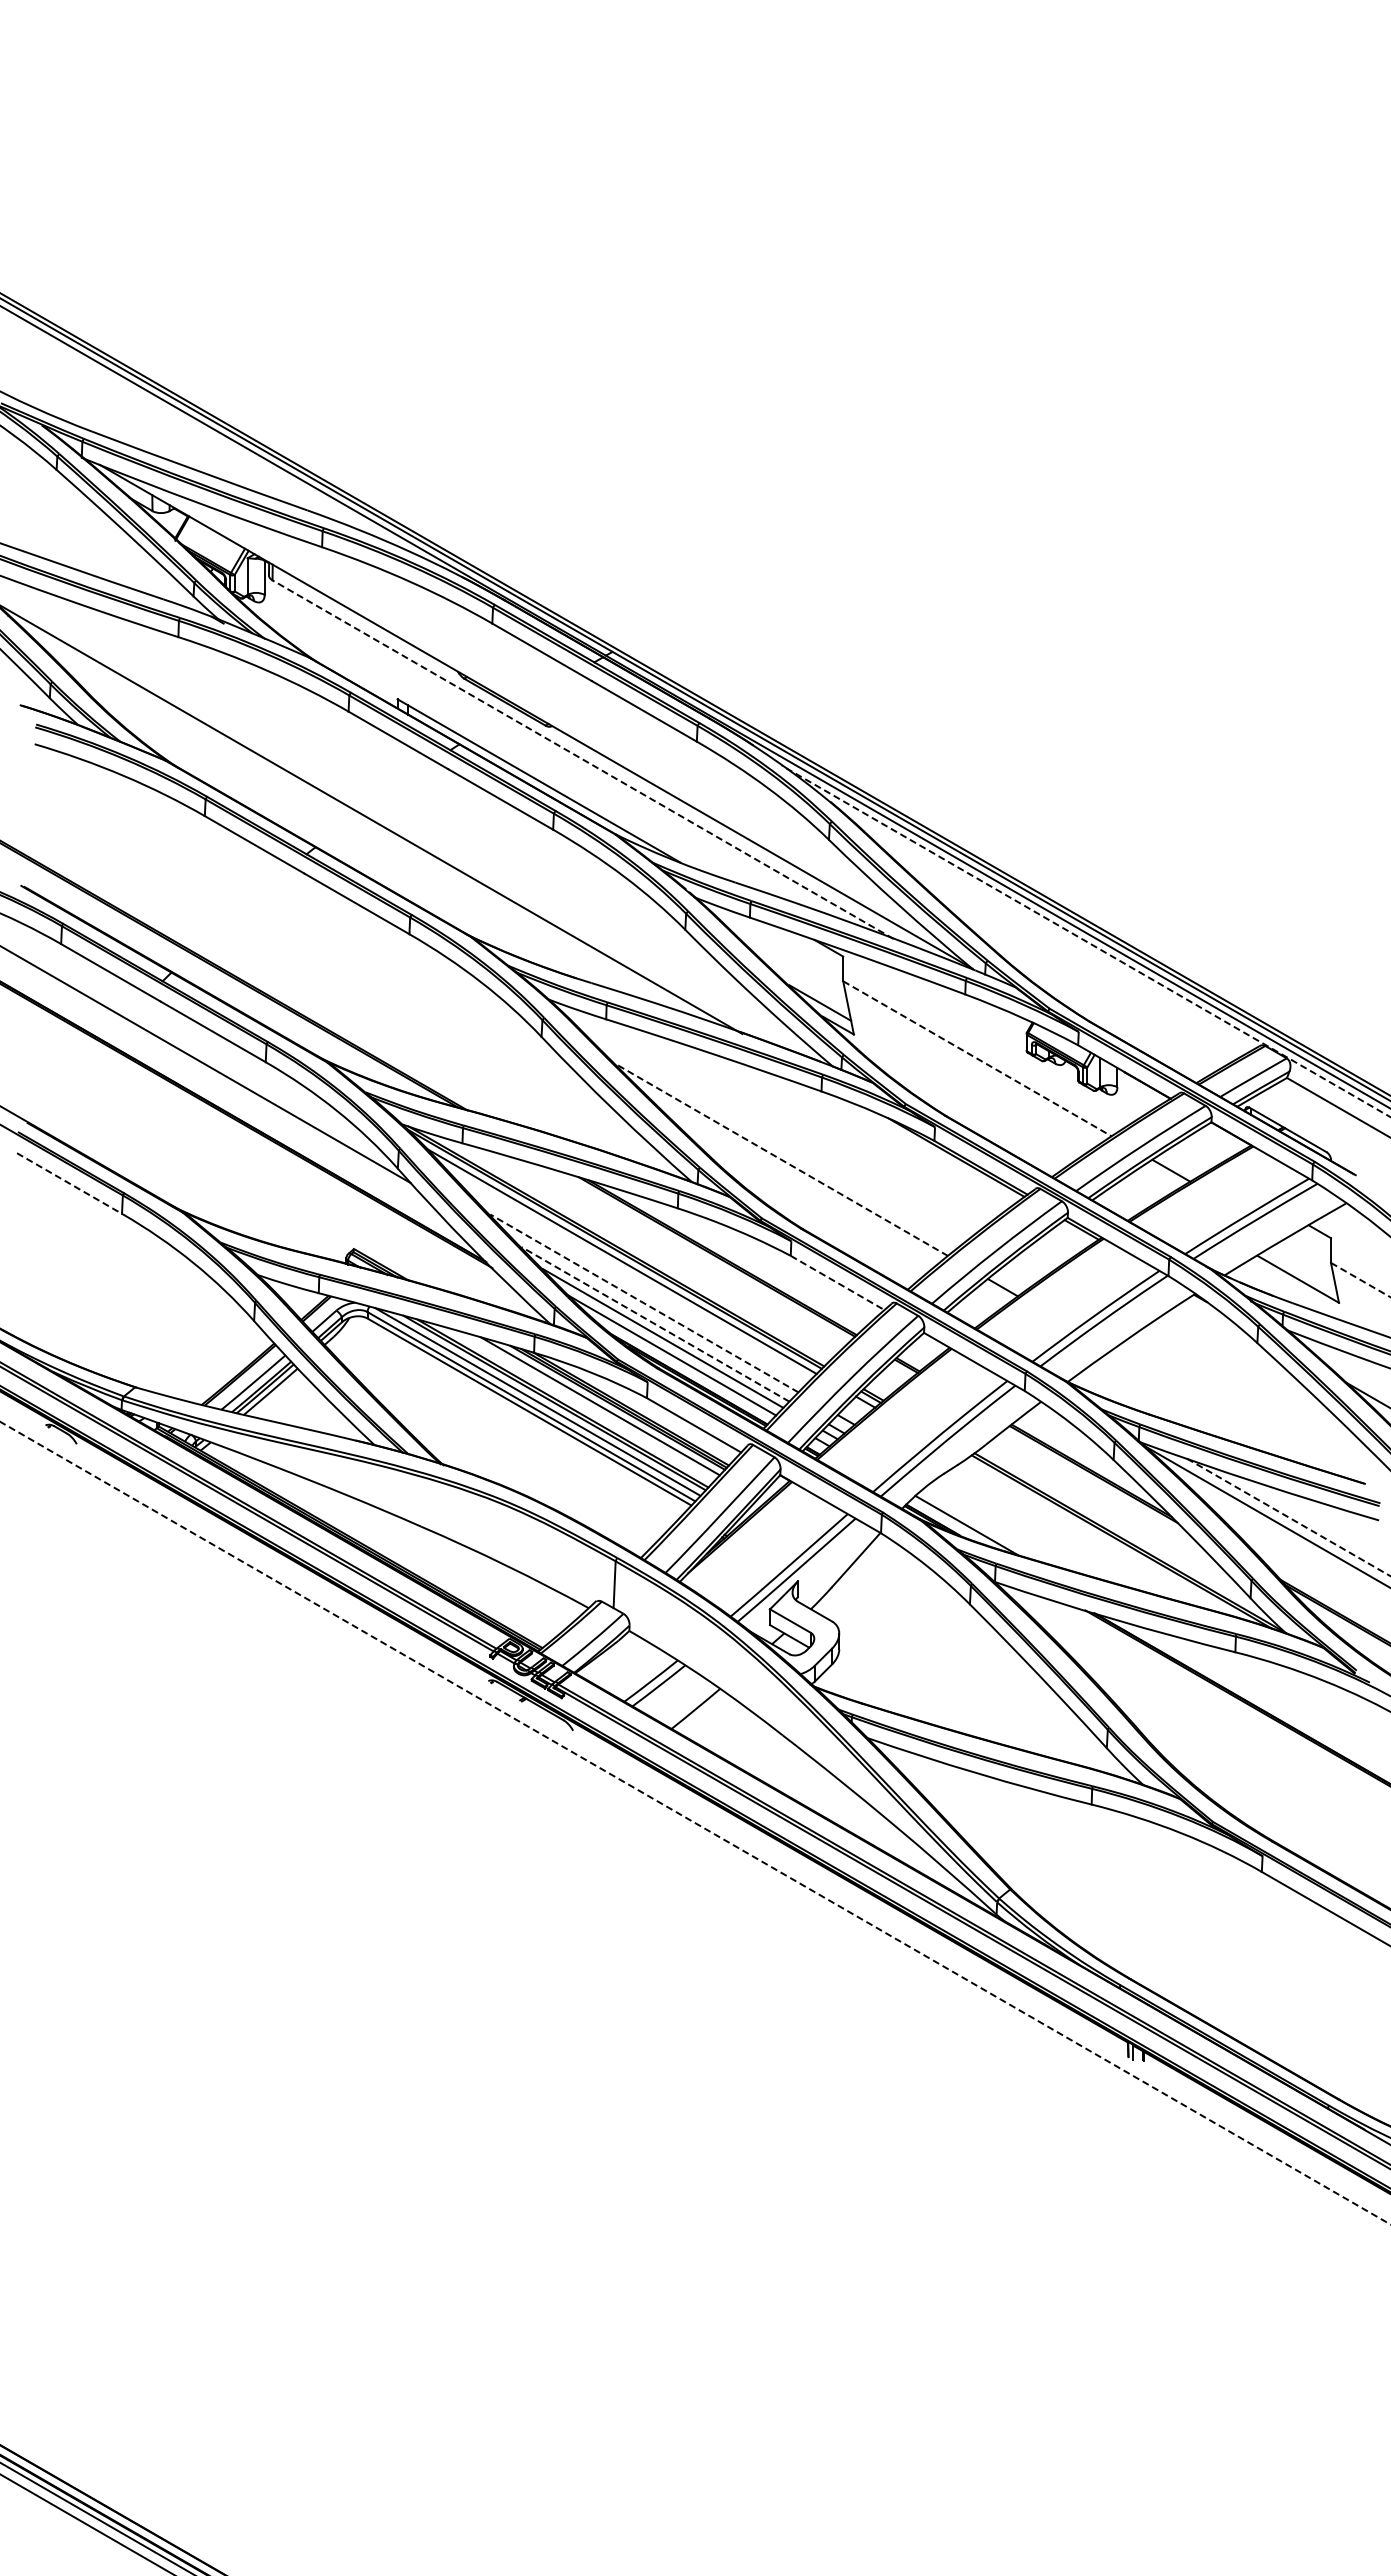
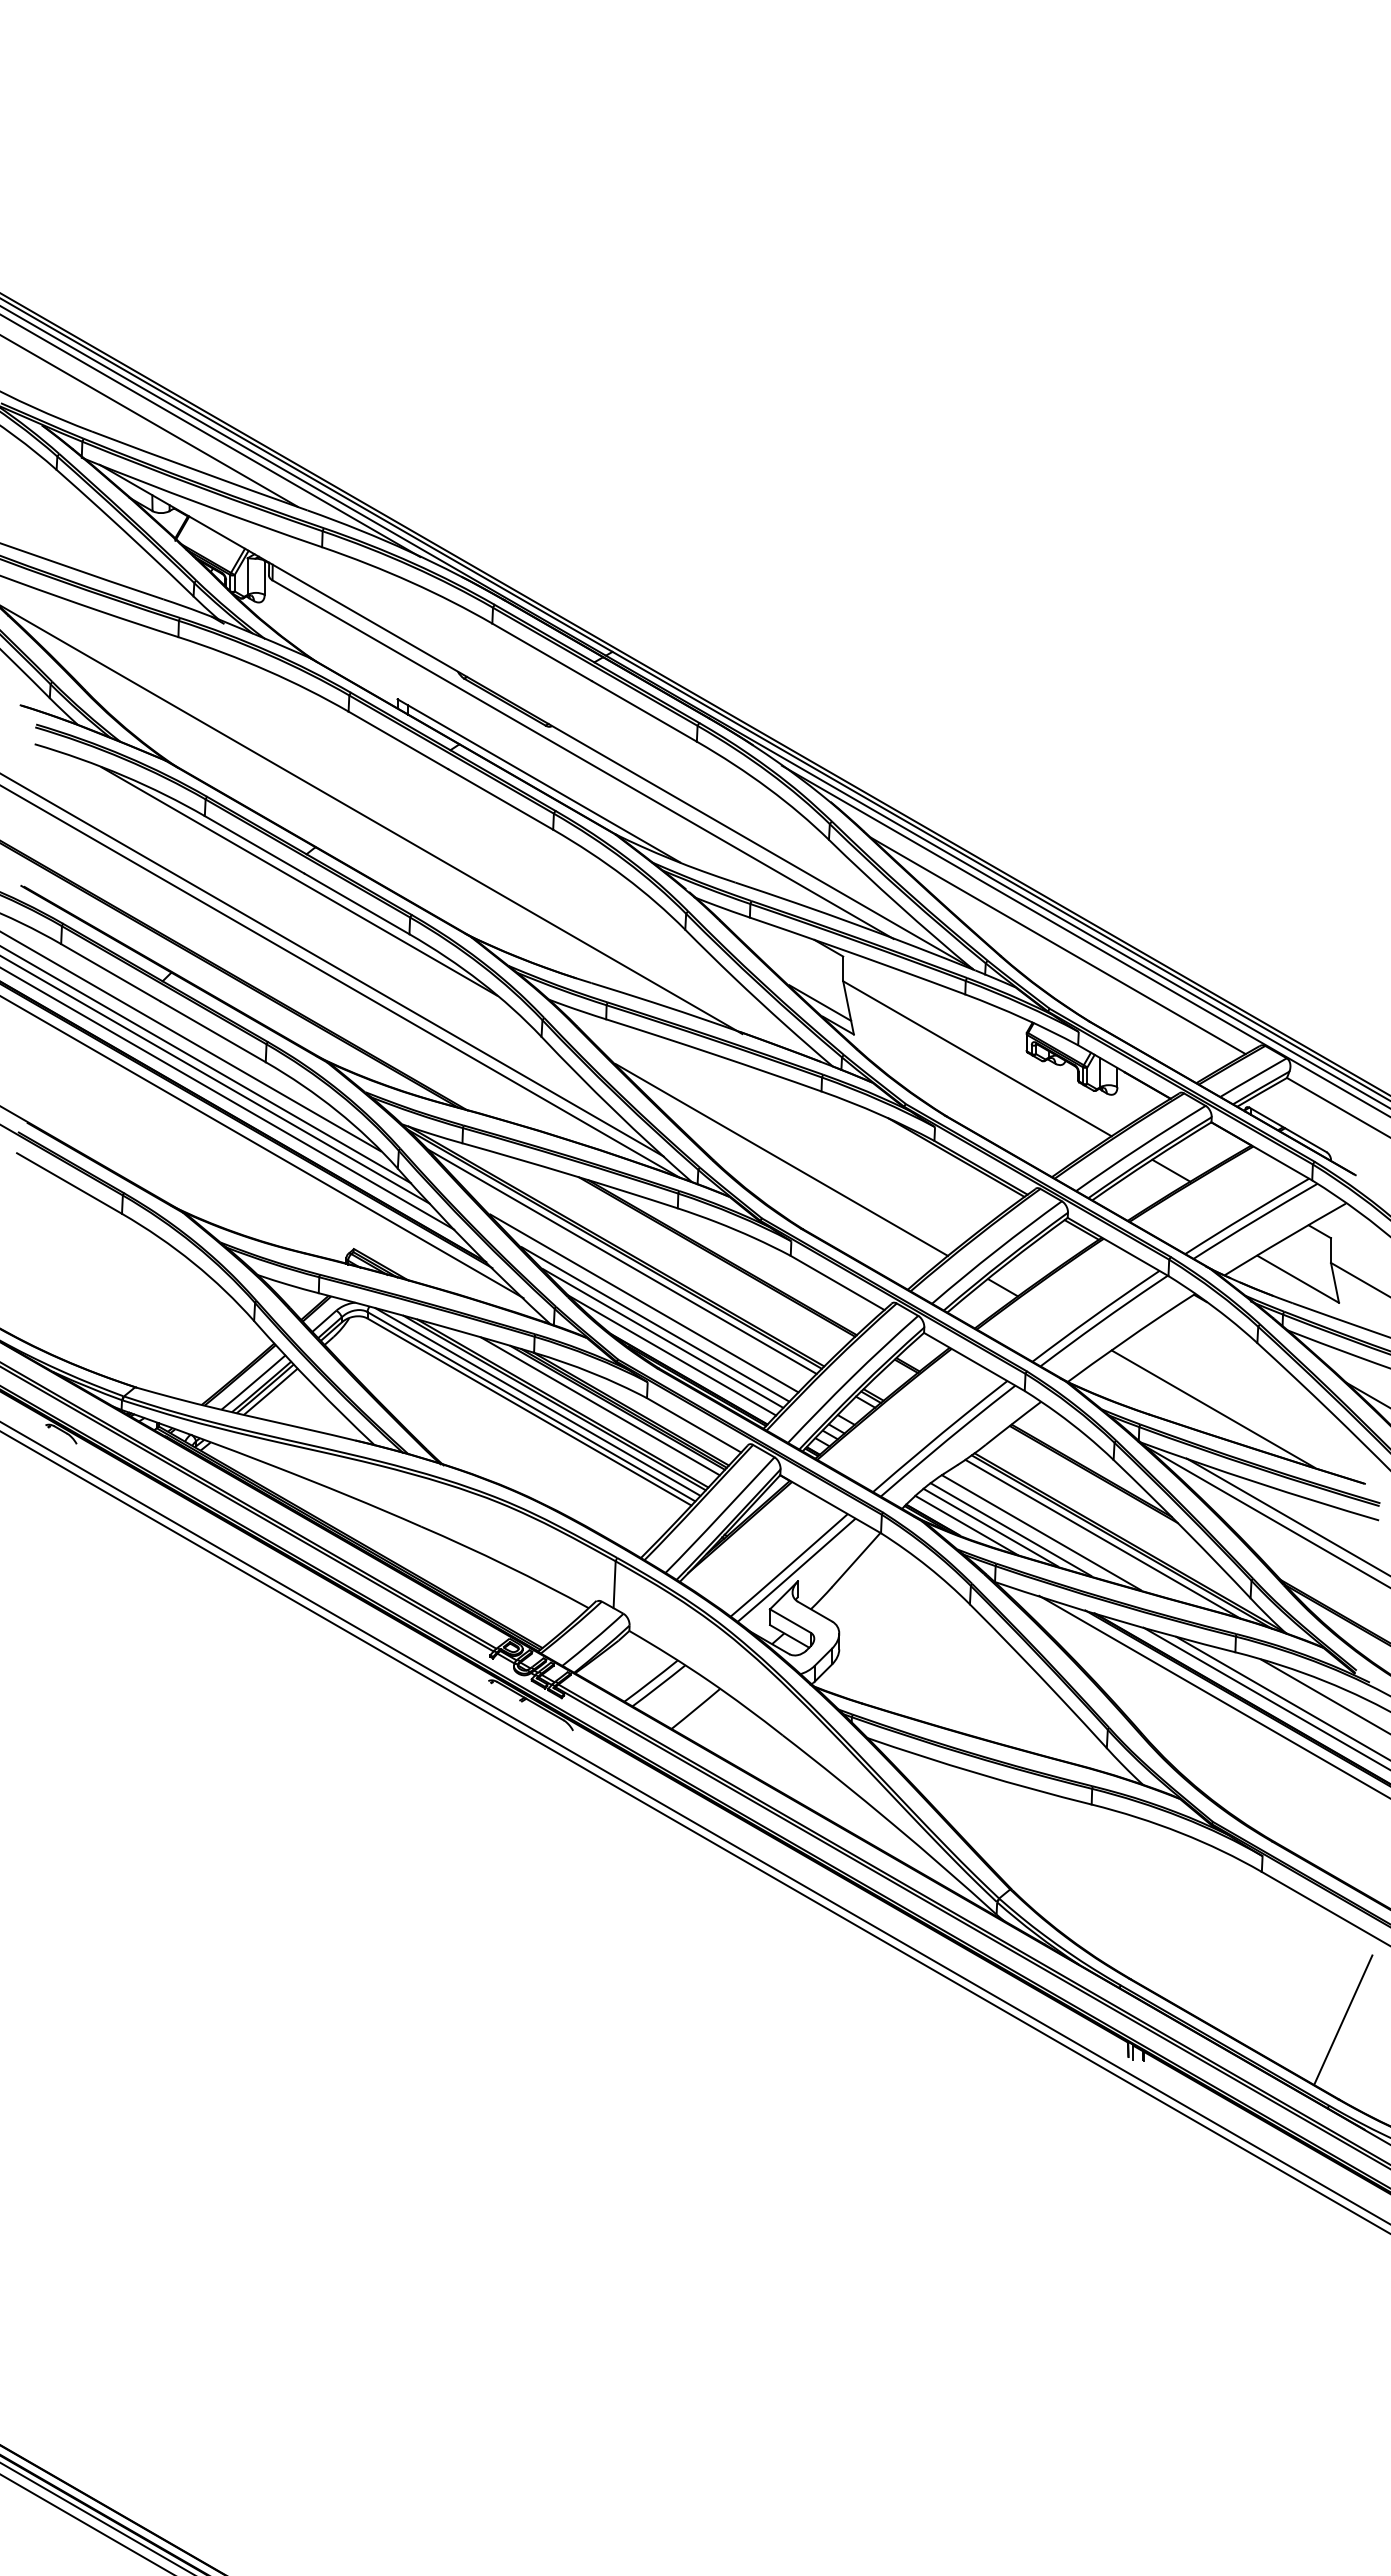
line at (149, 421): none -> present
line at (211, 435): none -> present
line at (583, 759): dashed -> solid
line at (299, 881): none -> present
line at (1085, 941): dashed -> solid
line at (1058, 945): none -> present
line at (332, 965): none -> present
line at (341, 981): none -> present
line at (191, 1041): none -> present
line at (977, 1059): dashed -> solid
line at (215, 1079): none -> present
line at (228, 1098): none -> present
line at (262, 1147): none -> present
line at (781, 1160): dashed -> solid
line at (69, 1183): dashed -> solid
line at (1361, 1280): dashed -> solid
line at (838, 1283): dashed -> solid
line at (644, 1303): dashed -> solid
line at (655, 1324): dashed -> solid
line at (1212, 1408): none -> present
line at (1288, 1517): dashed -> solid
line at (990, 1527): none -> present
line at (1010, 1529): none -> present
line at (1040, 1532): none -> present
line at (1102, 1538): none -> present
line at (1324, 1695): none -> present
line at (1213, 1696): none -> present
line at (1265, 1697): none -> present
line at (1281, 1697): none -> present
line at (695, 1823): dashed -> solid
line at (694, 1832): none -> present
line at (1343, 2019): none -> present
